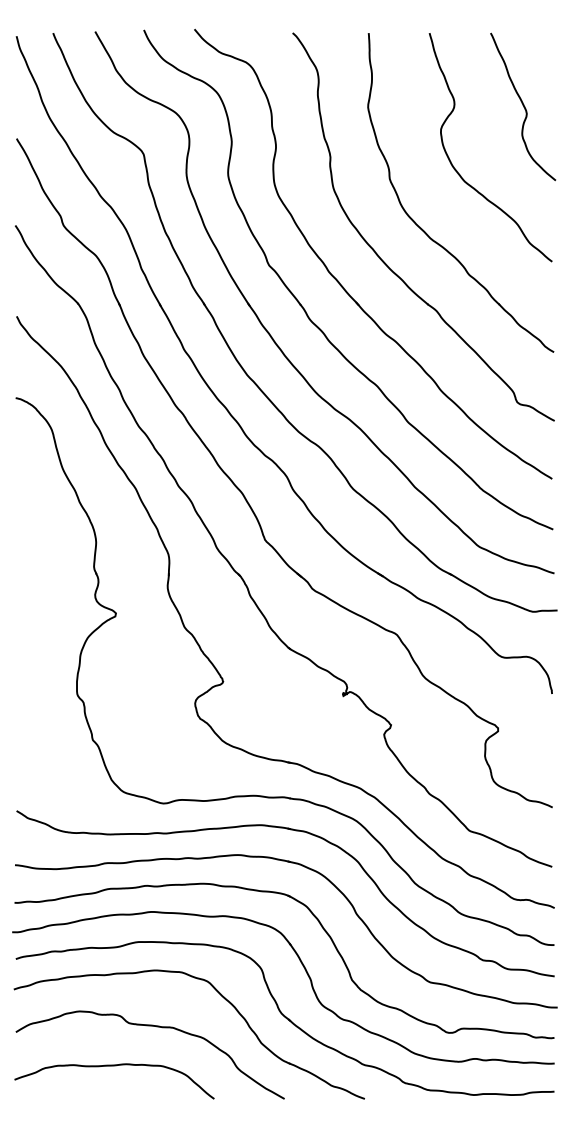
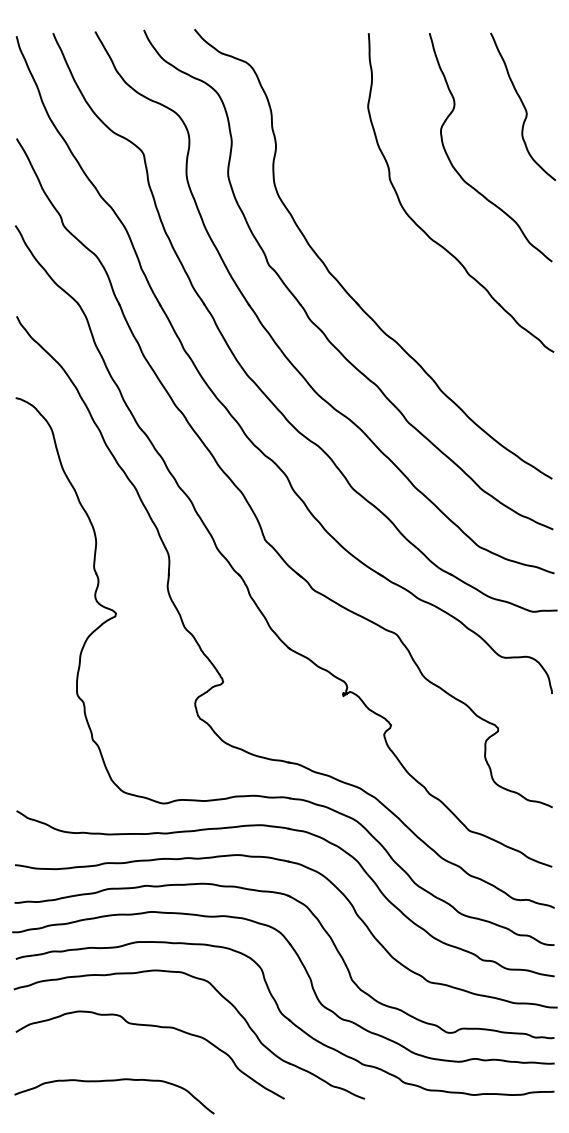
part at (386, 263): present -> none
curve at (114, 1066) position: (114, 1066) -> (114, 1081)
